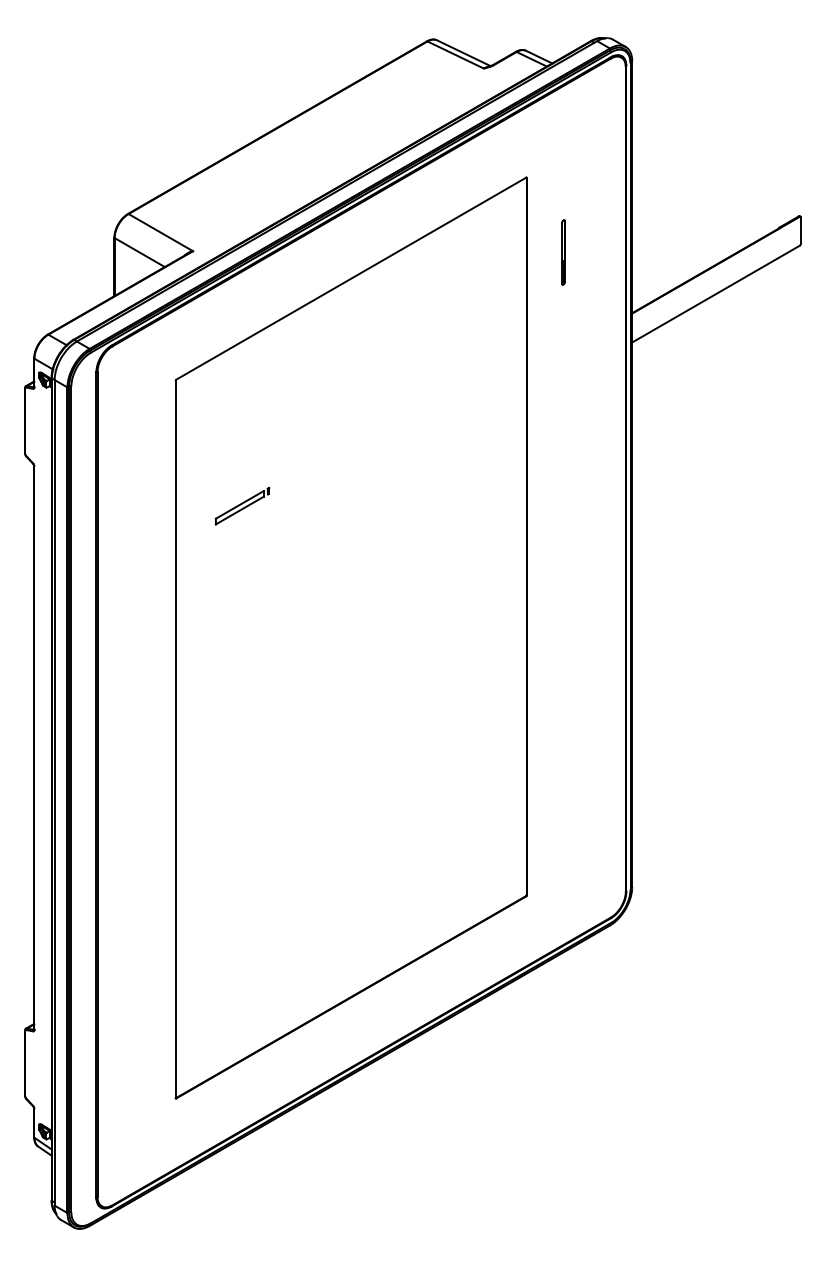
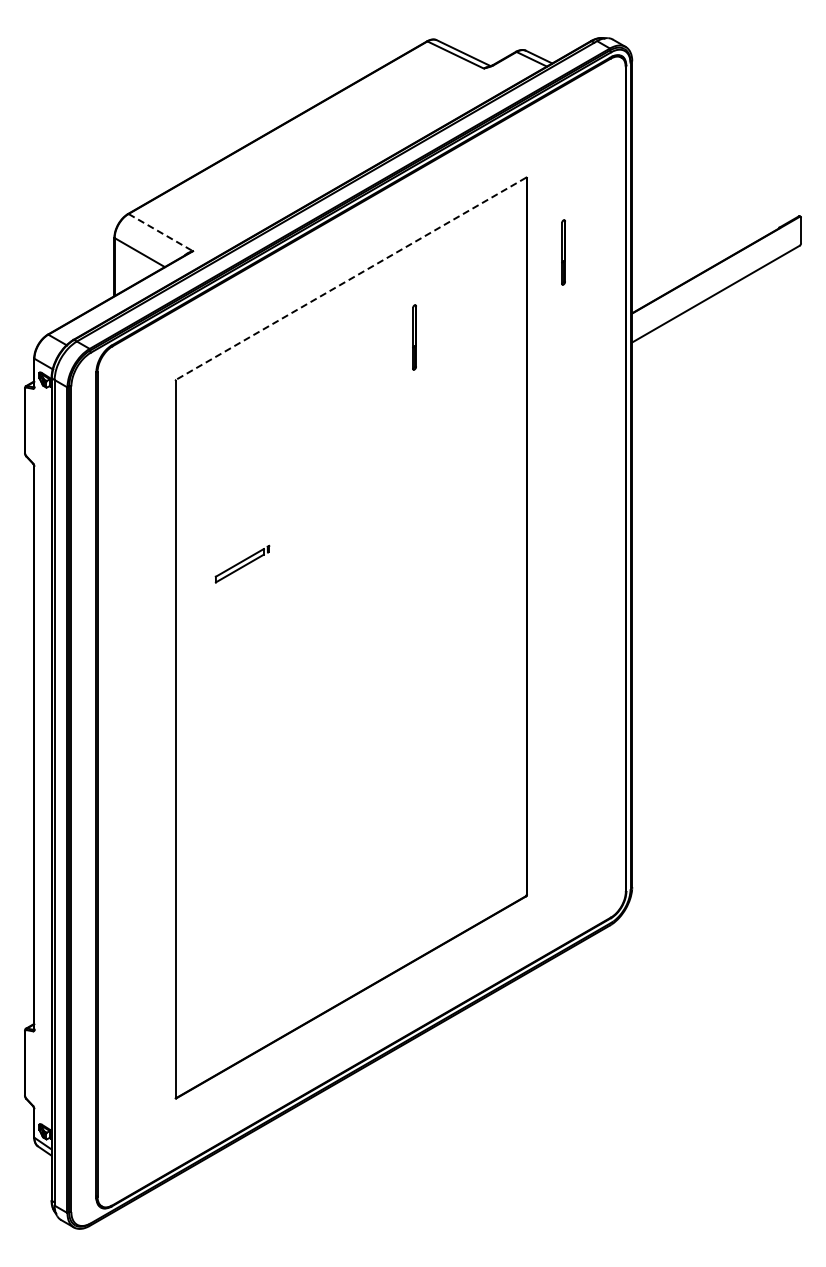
line at (161, 232): solid -> dashed
line at (350, 278): solid -> dashed
line at (413, 337): none -> present
part at (242, 505) position: (242, 505) -> (242, 563)
